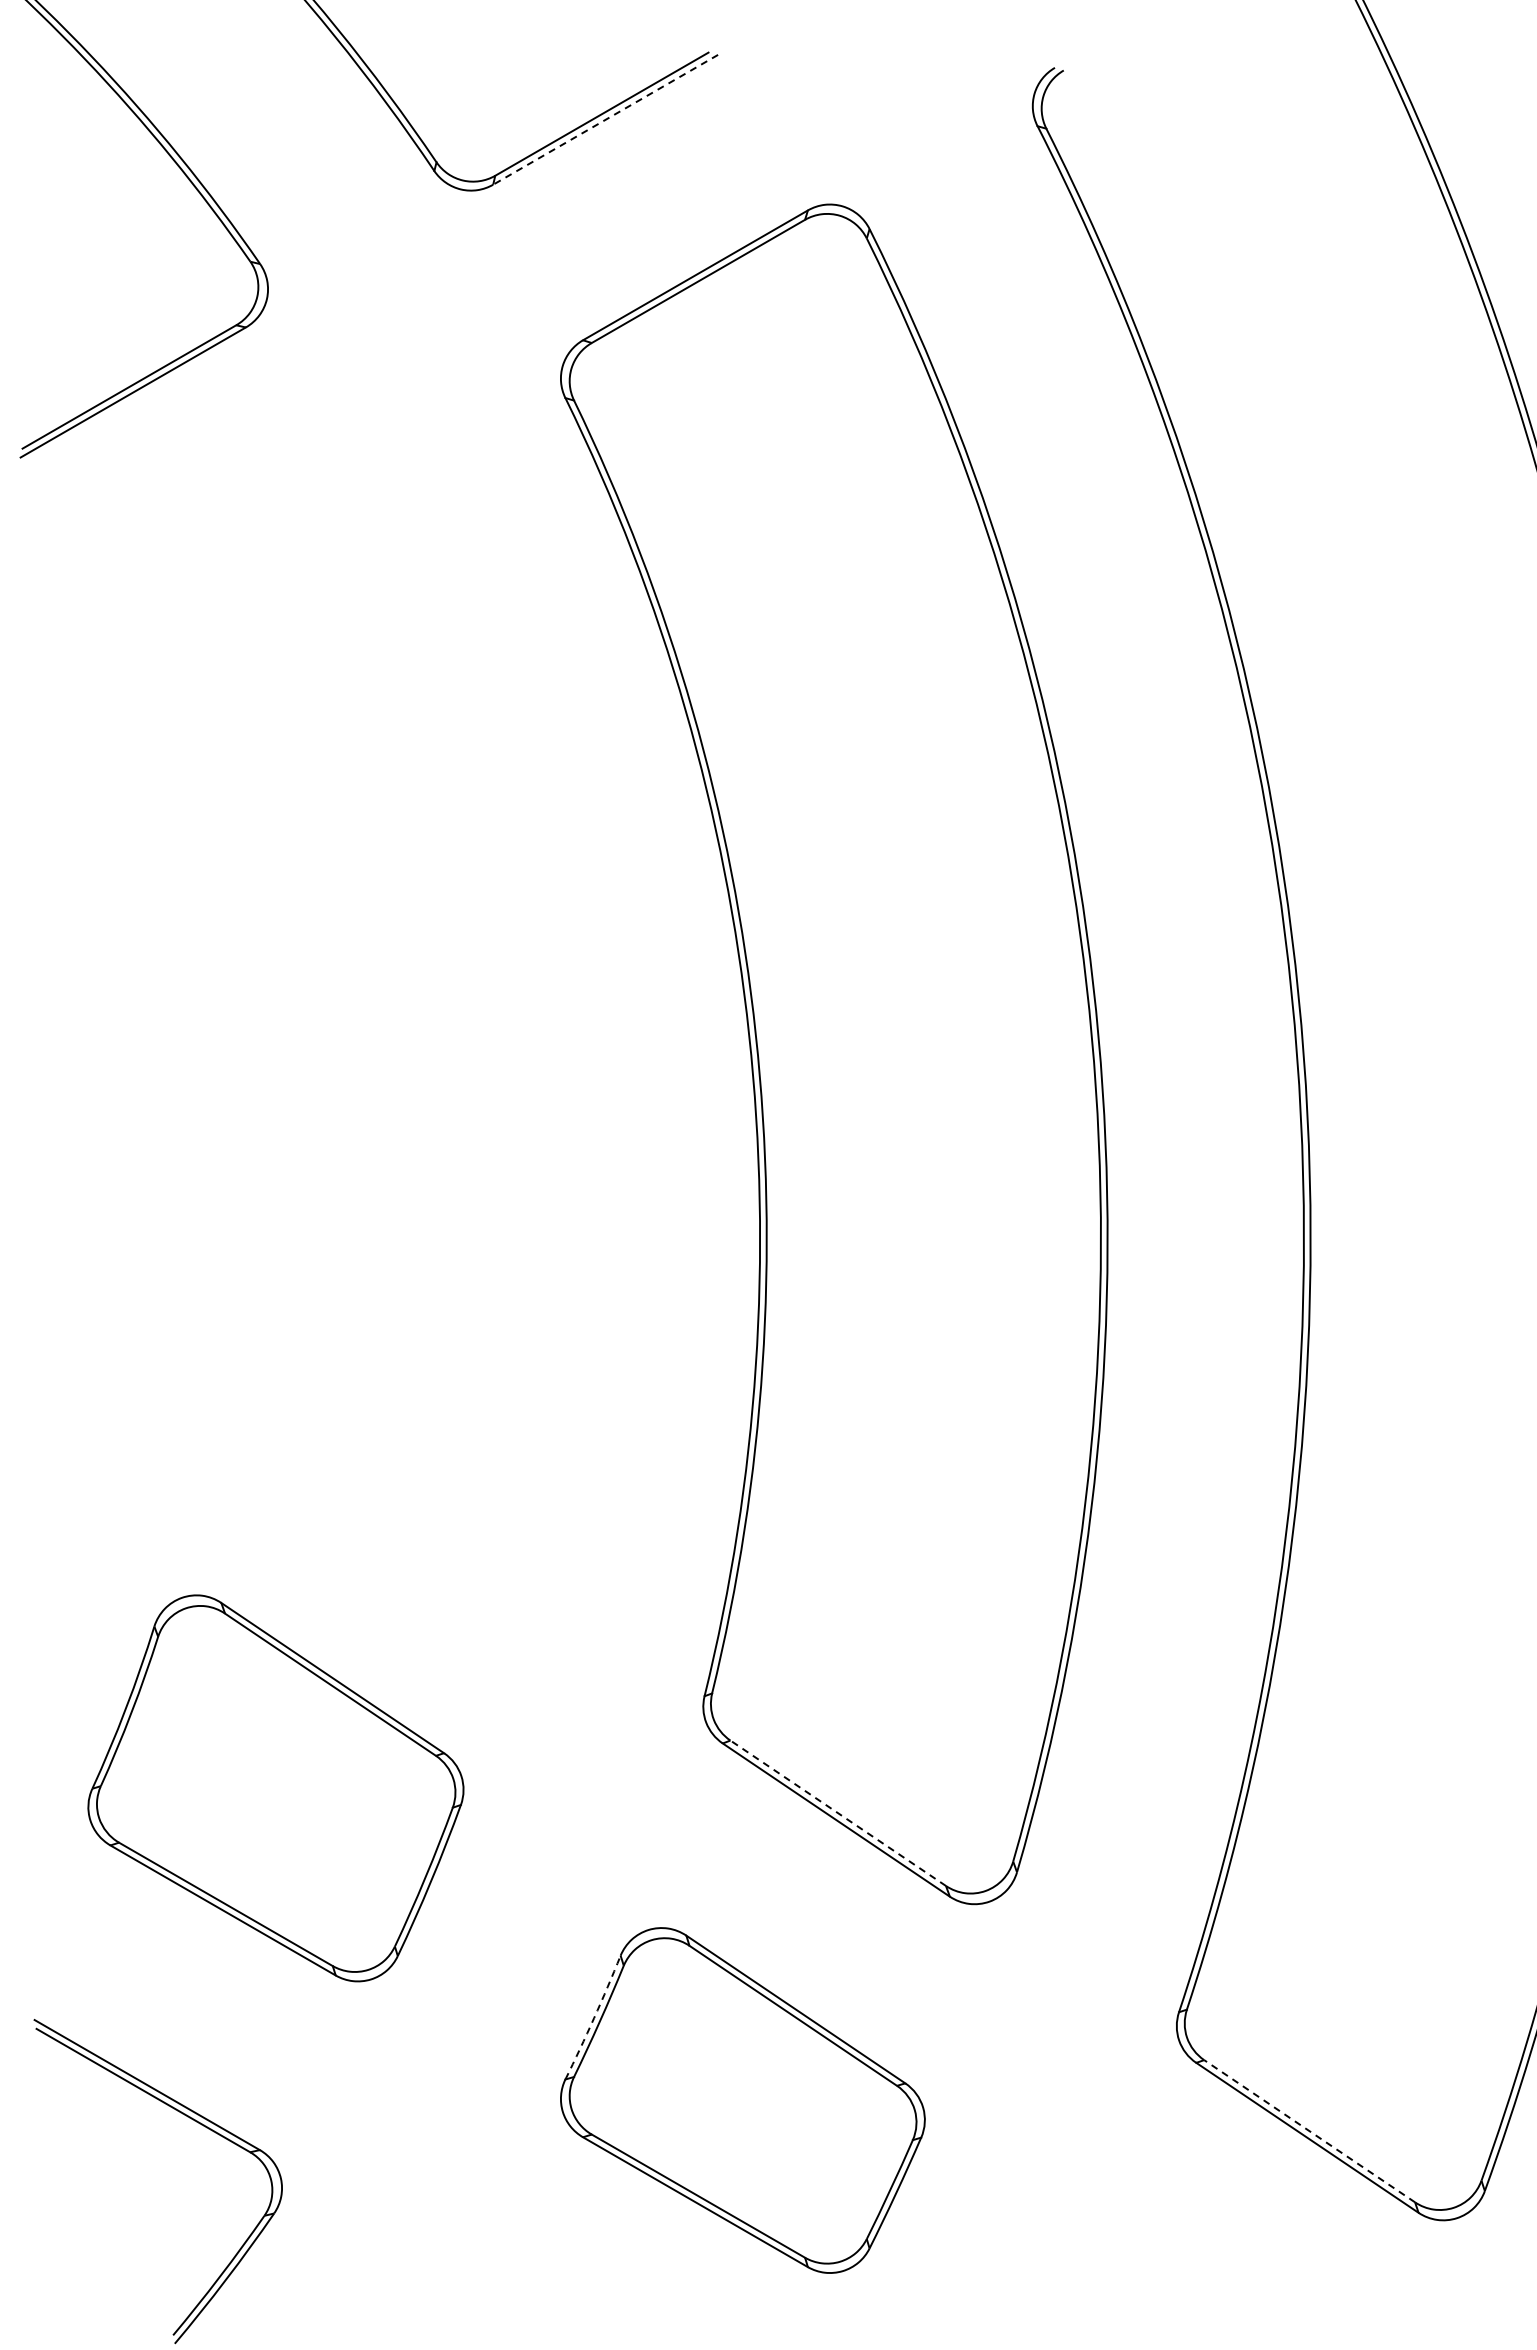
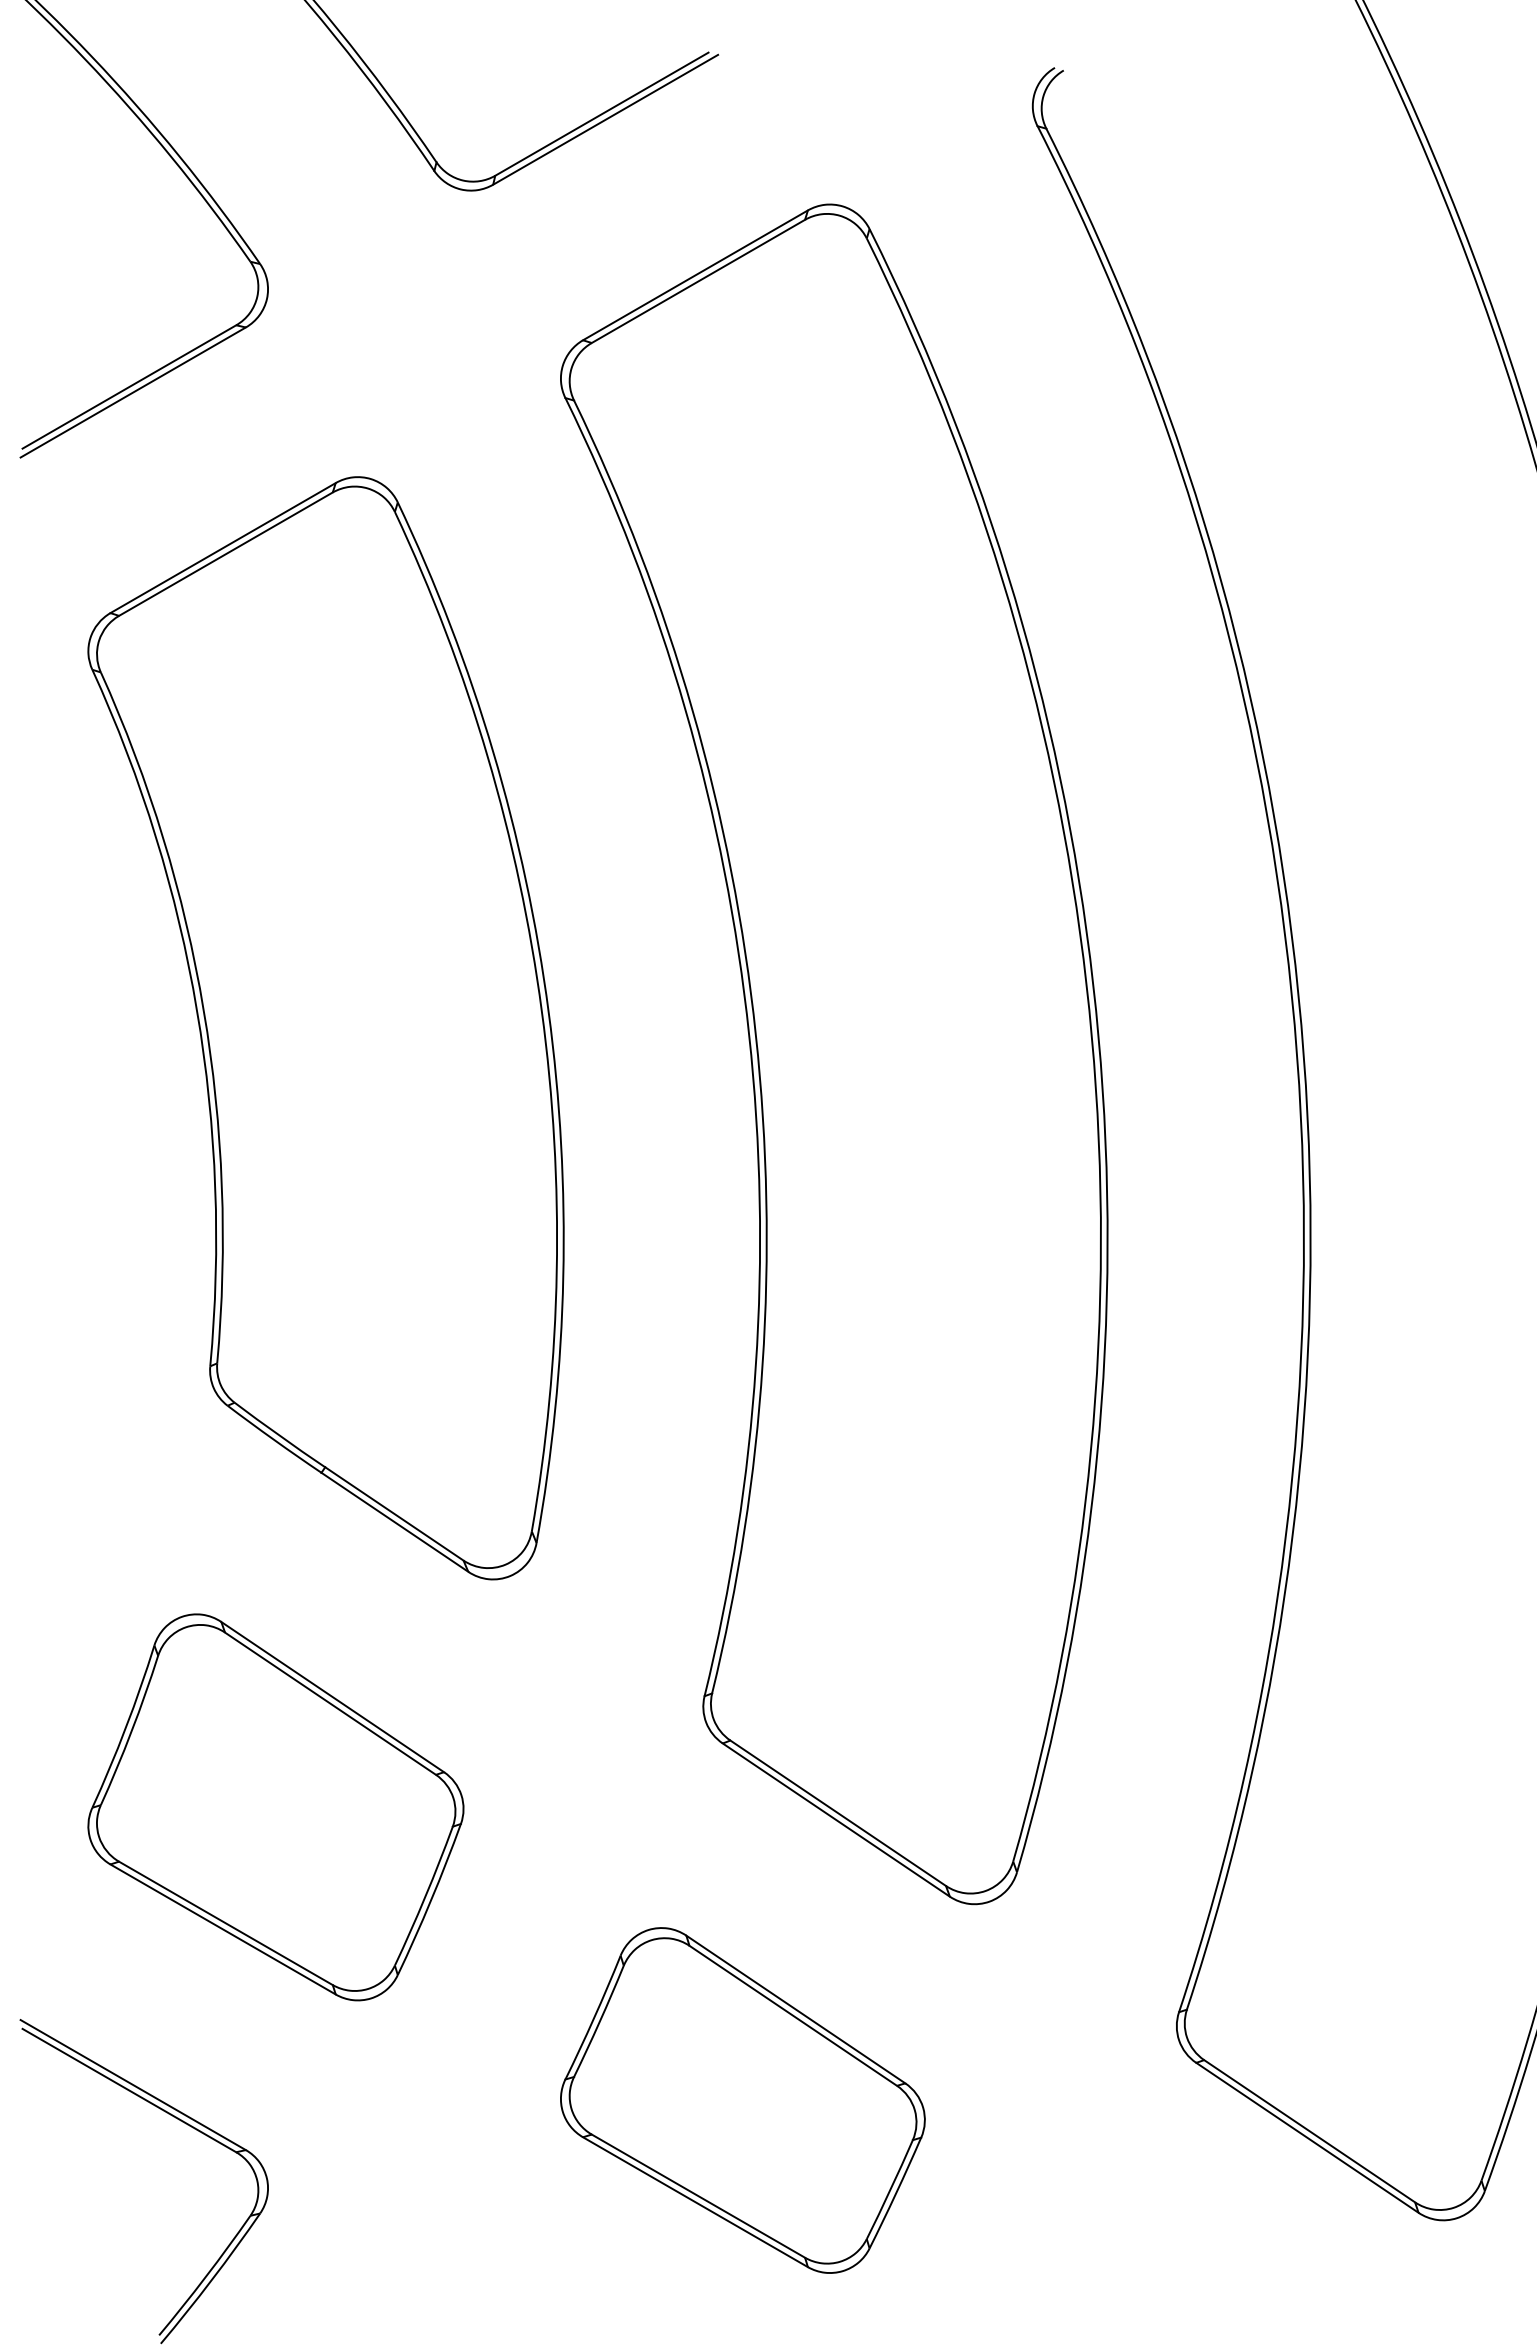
line at (605, 119): dashed -> solid
part at (325, 1028): none -> present
part at (275, 1788) position: (275, 1788) -> (275, 1807)
line at (837, 1812): dashed -> solid
arc at (594, 2018): dashed -> solid
part at (194, 2121) position: (194, 2121) -> (180, 2121)
line at (1309, 2130): dashed -> solid
